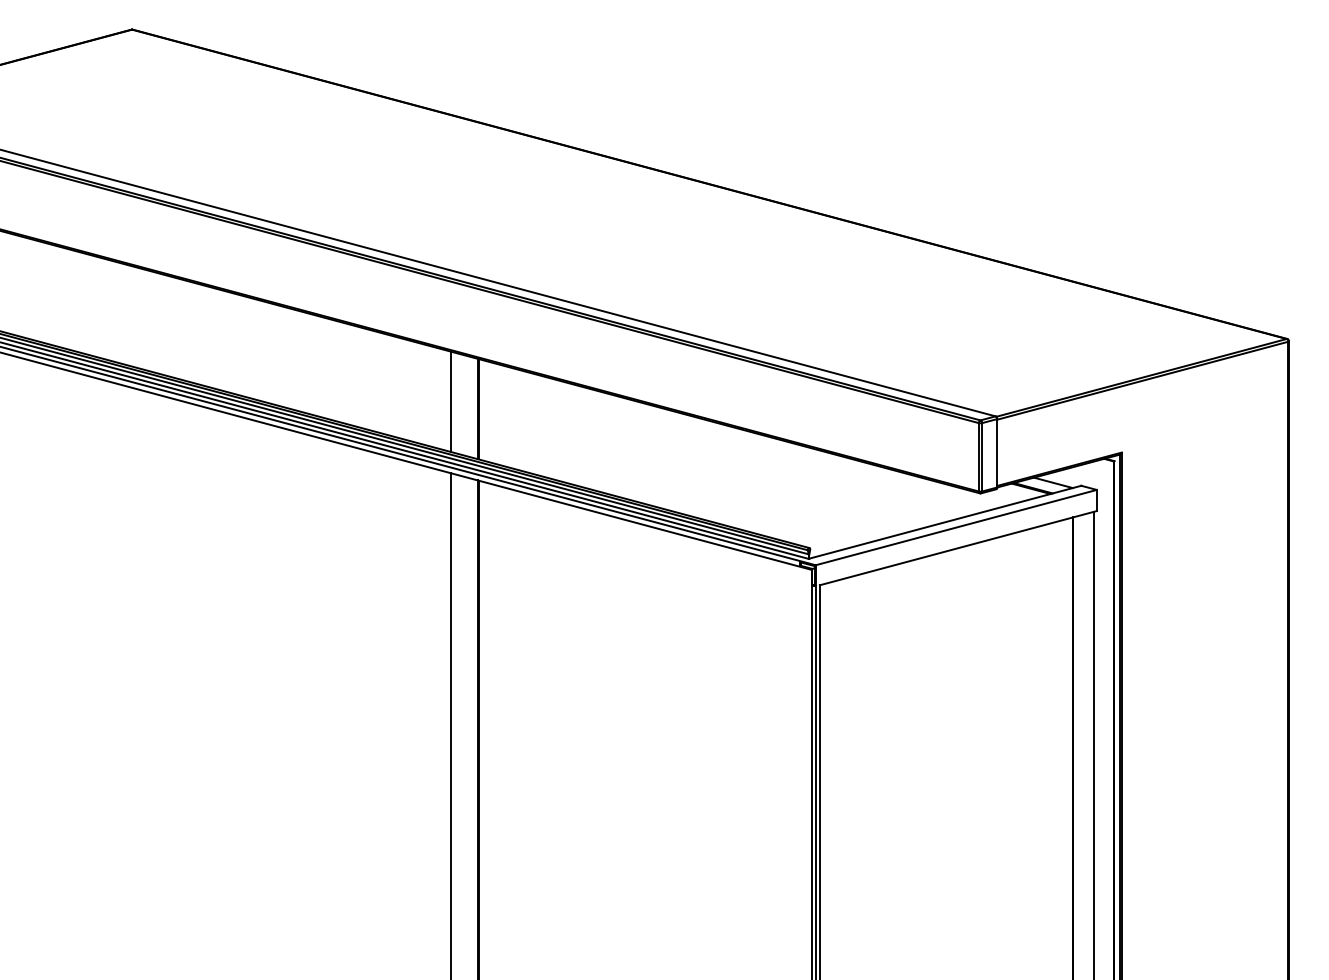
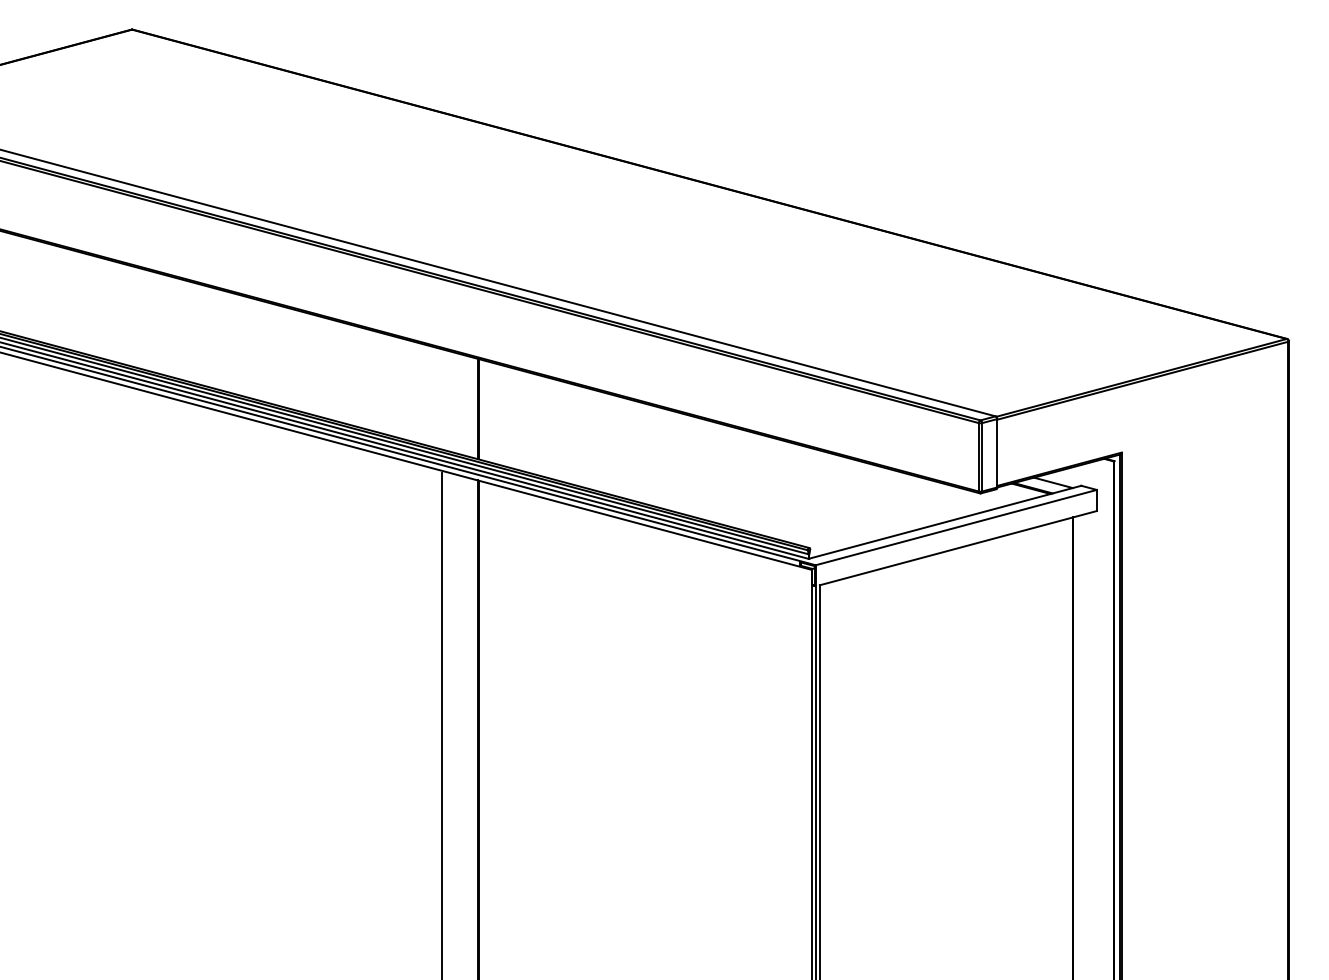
line at (450, 401): present -> none
line at (450, 724) position: (450, 724) -> (441, 724)
line at (1093, 743): present -> none
